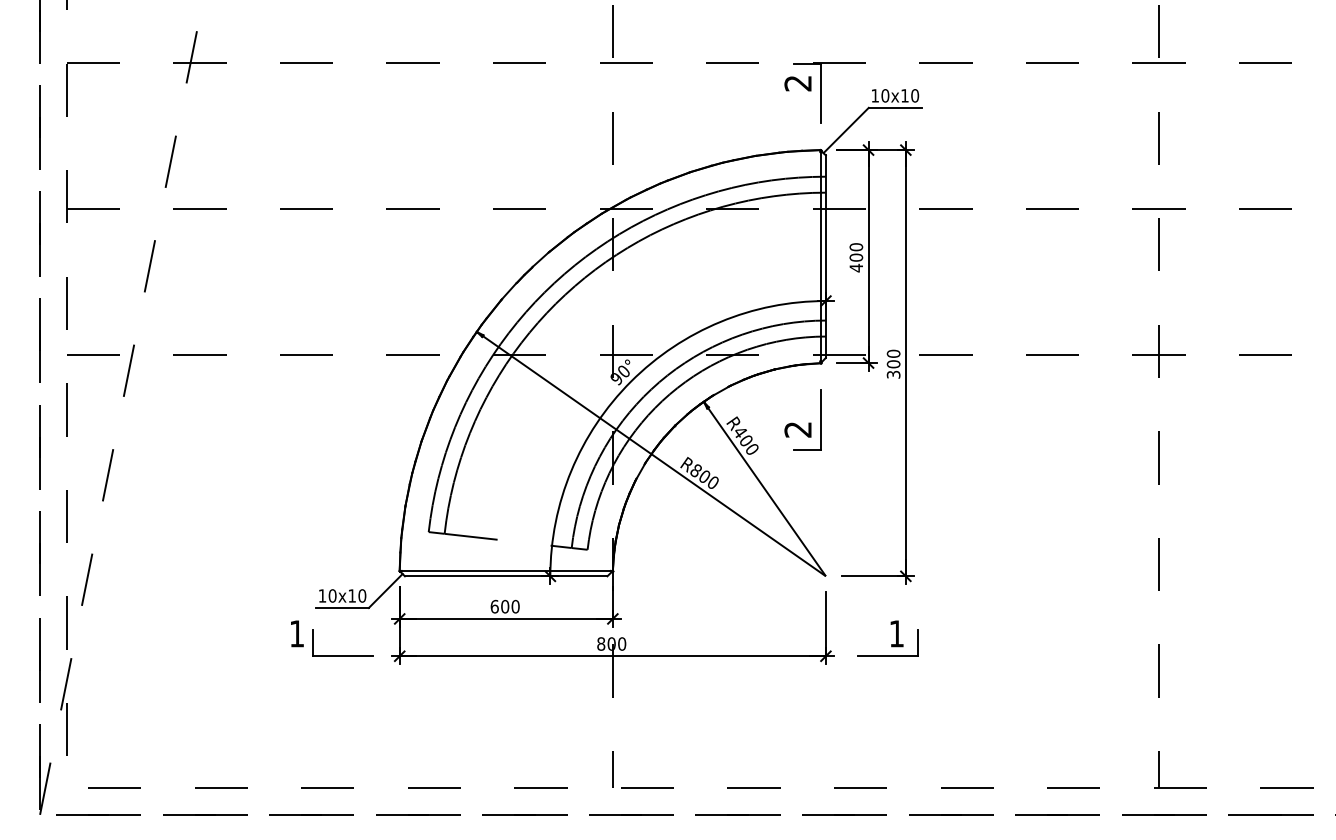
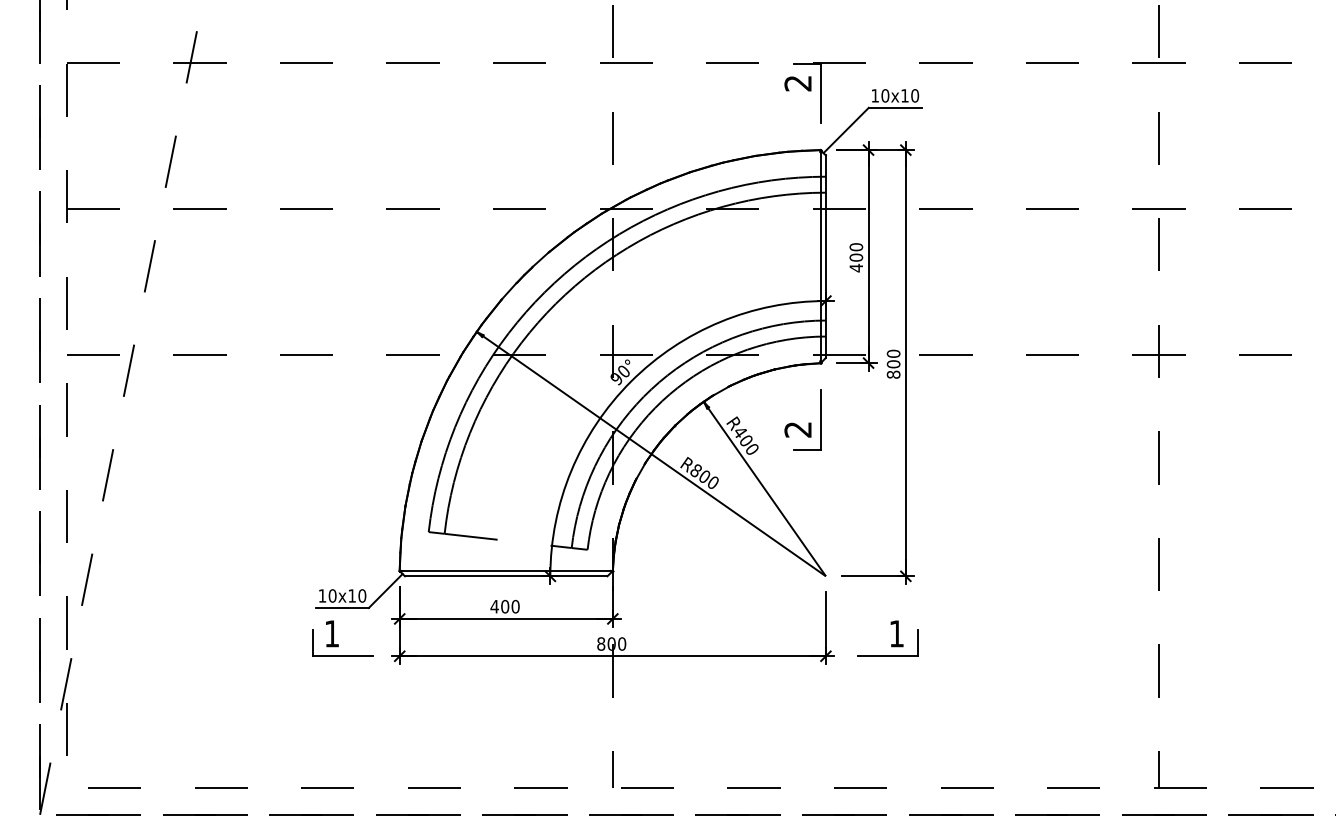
text at (893, 374): 300 -> 800
text at (494, 606): 600 -> 400
text at (297, 633) position: (297, 633) -> (332, 633)
